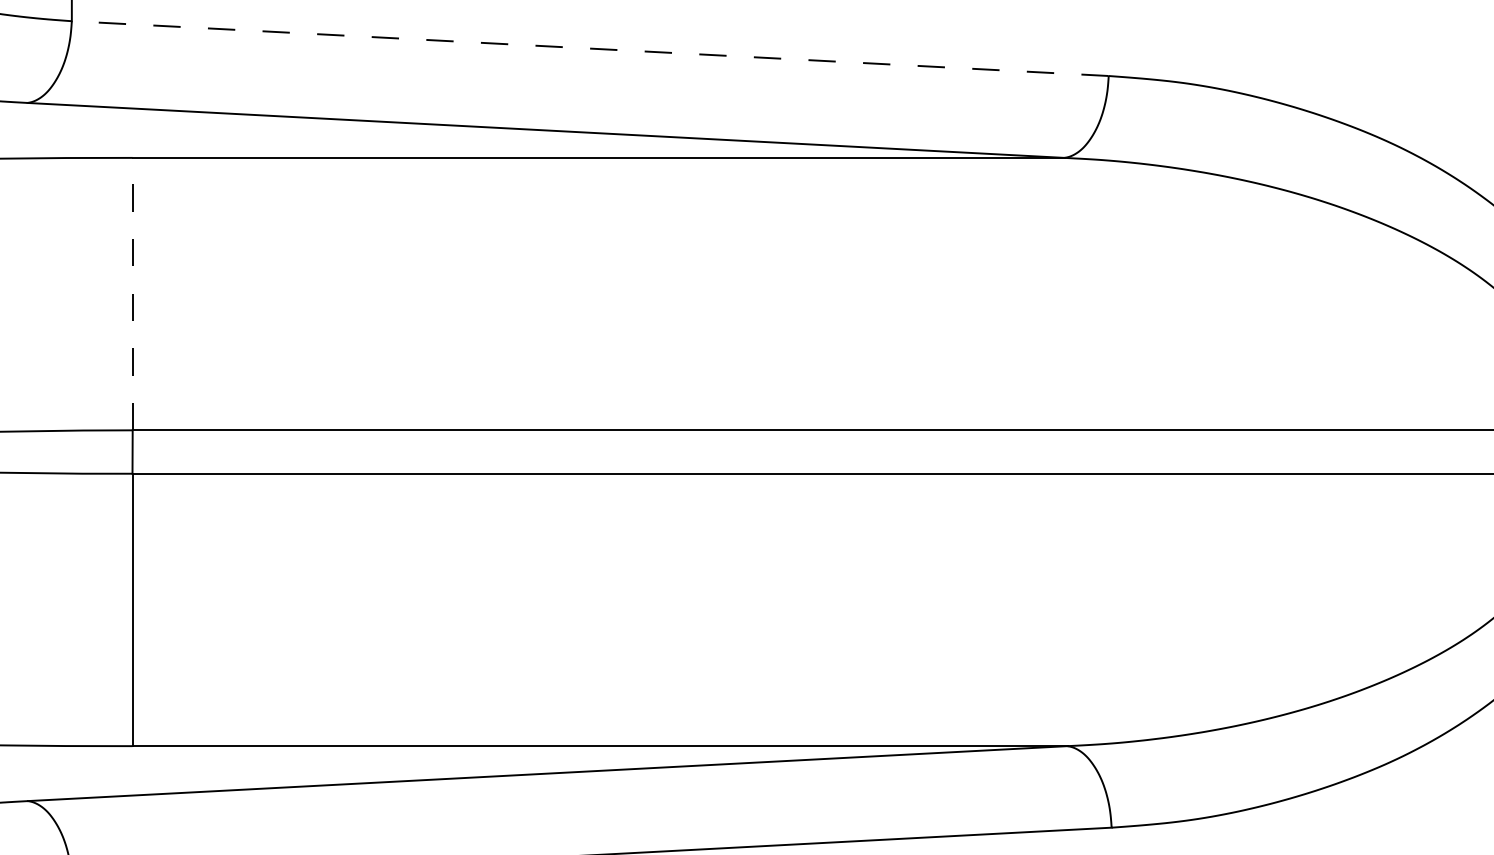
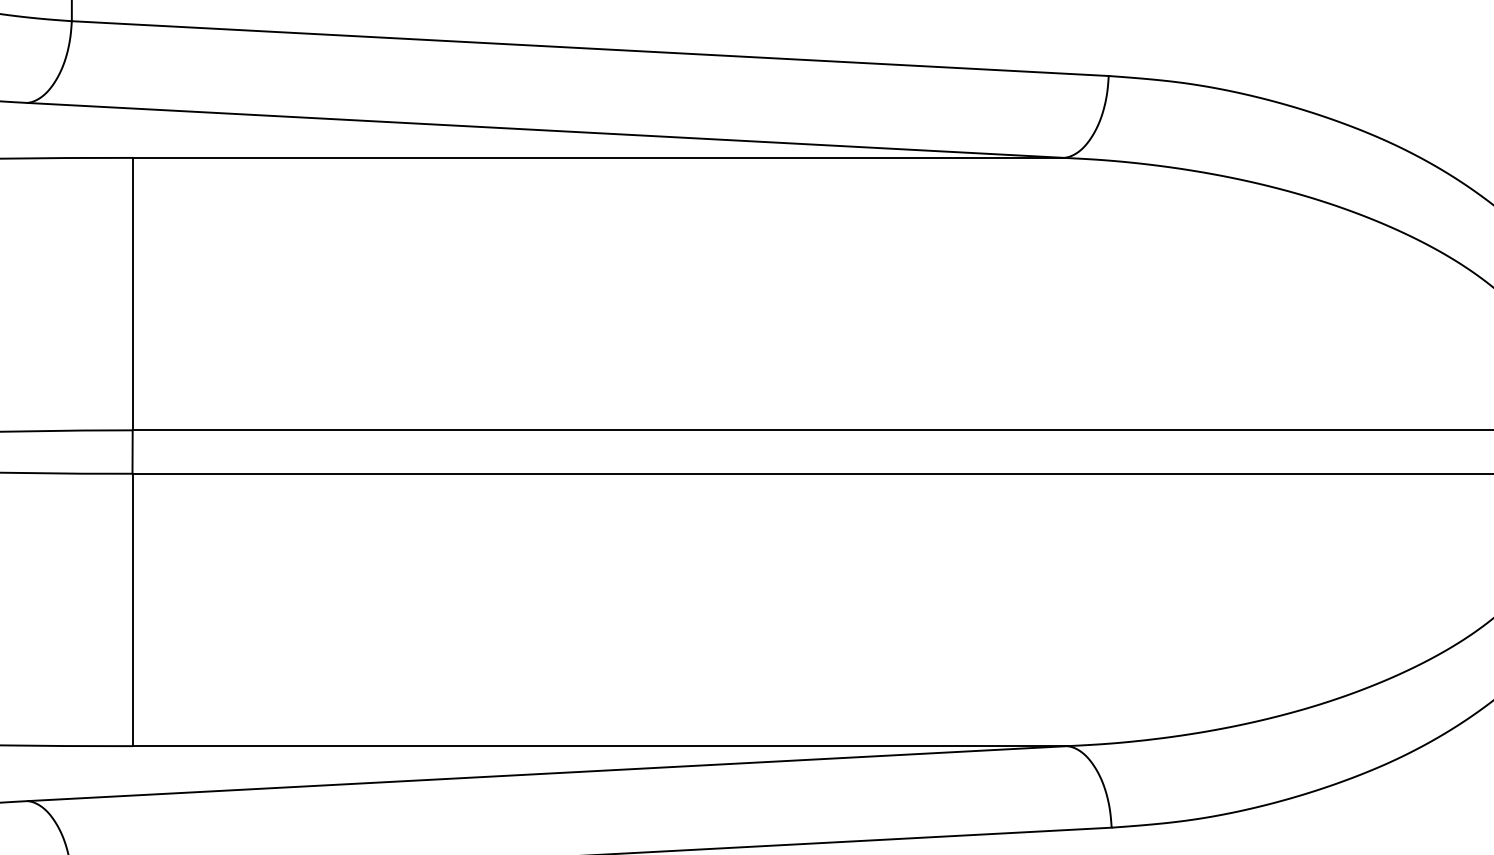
line at (589, 48): dashed -> solid
line at (132, 293): dashed -> solid
